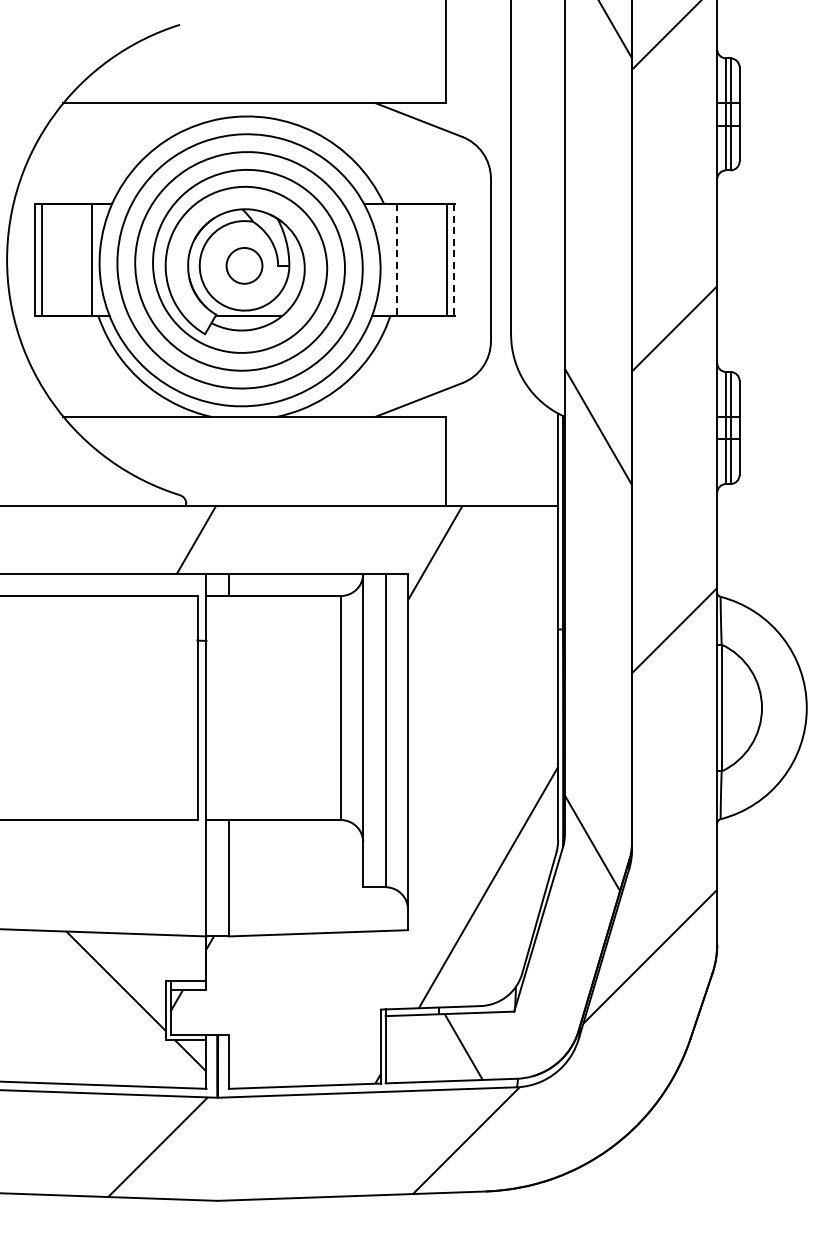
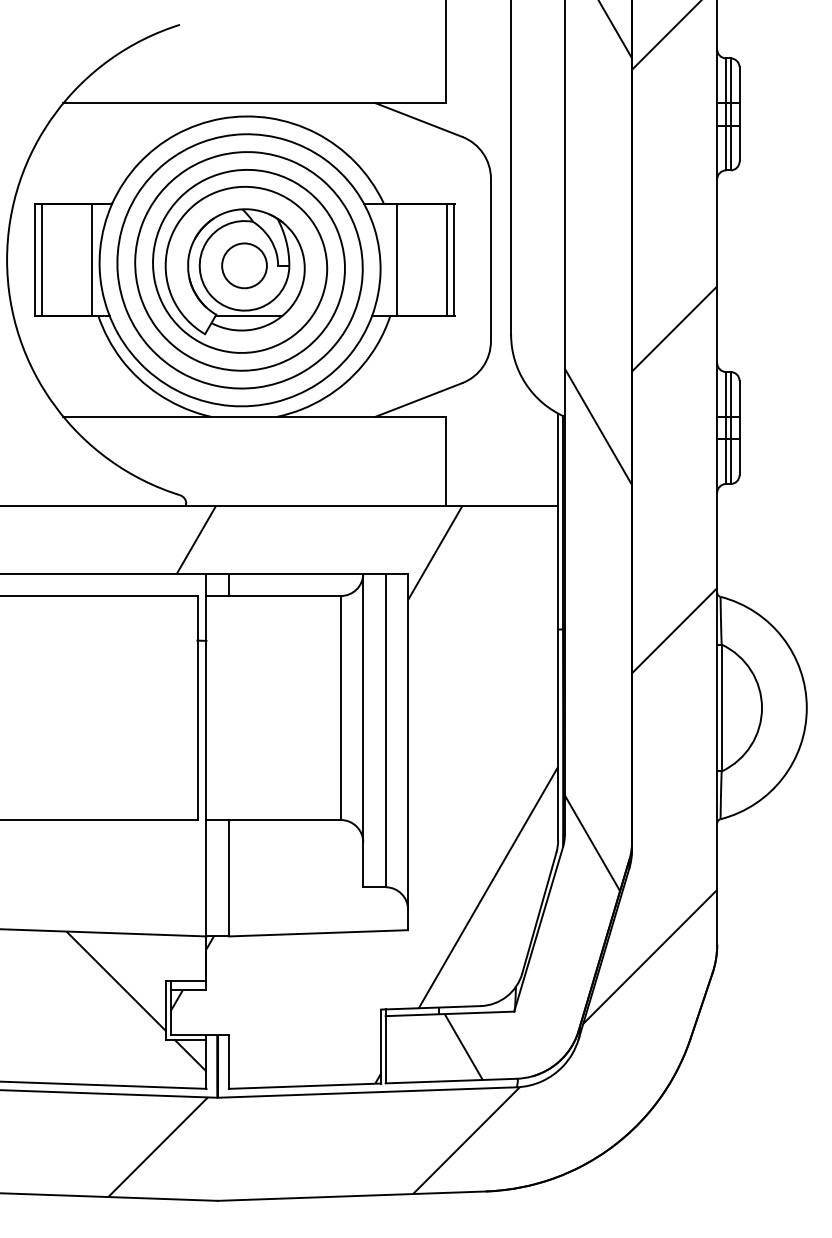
line at (397, 260): dashed -> solid
line at (454, 260): dashed -> solid
circle at (244, 265) size: 39x38 px -> 47x48 px
